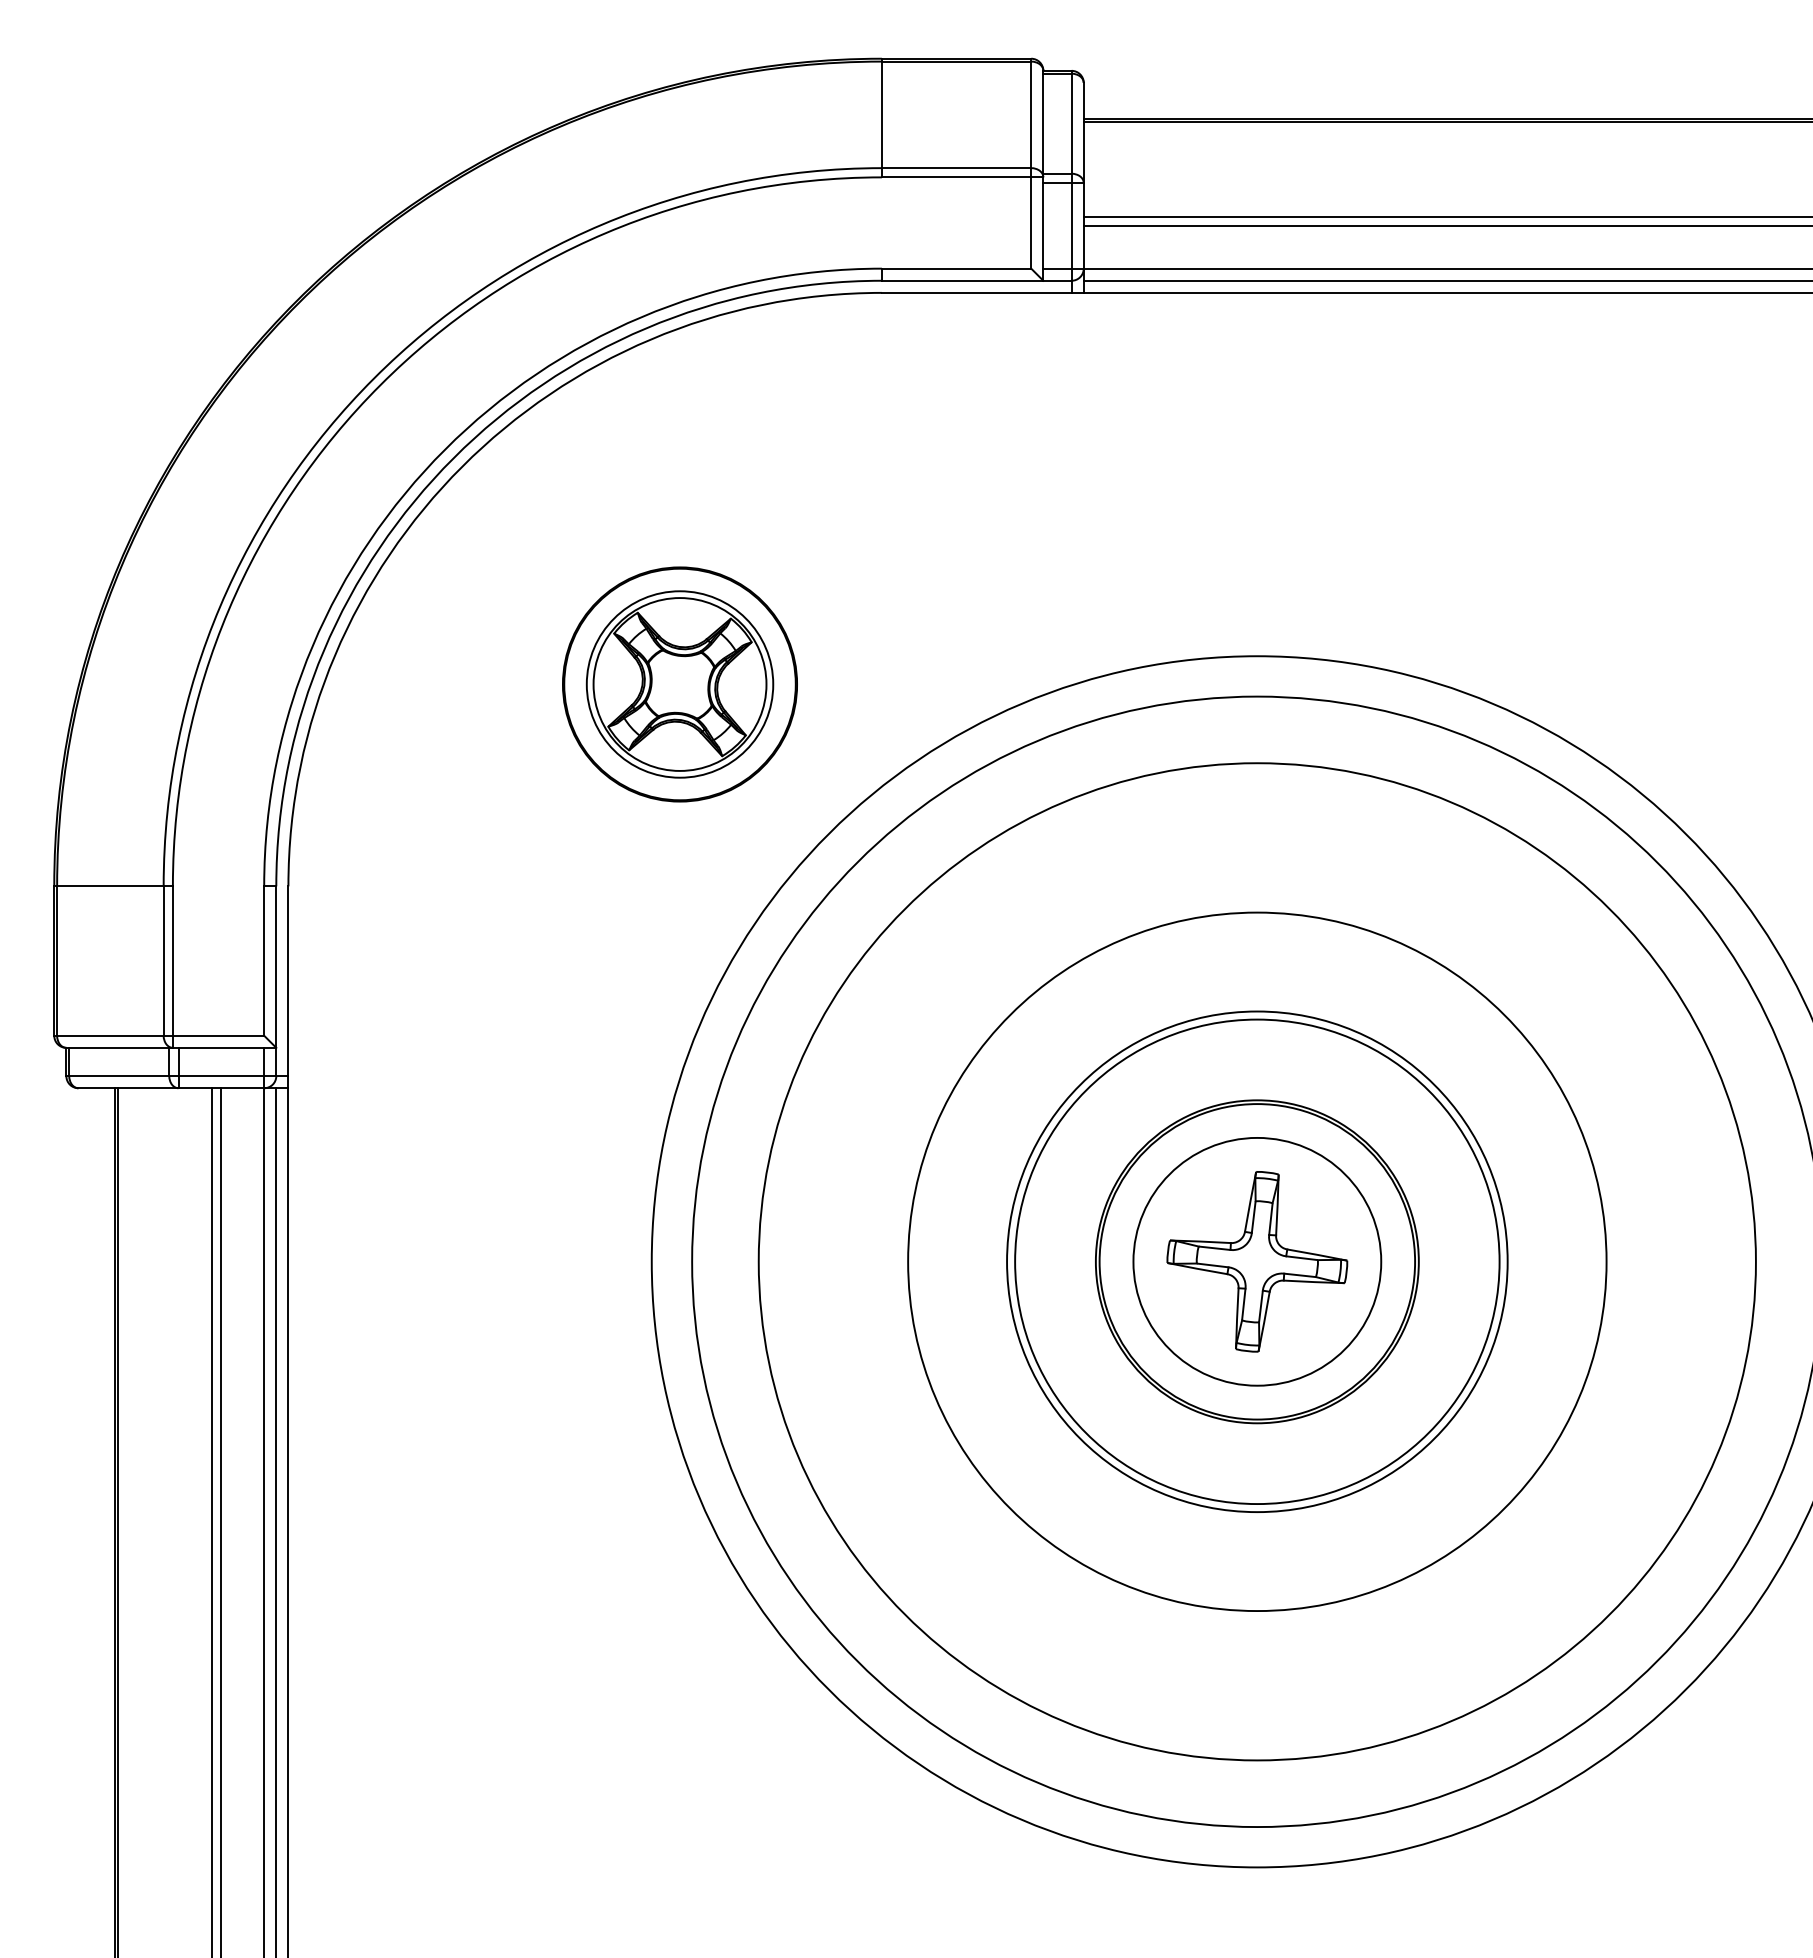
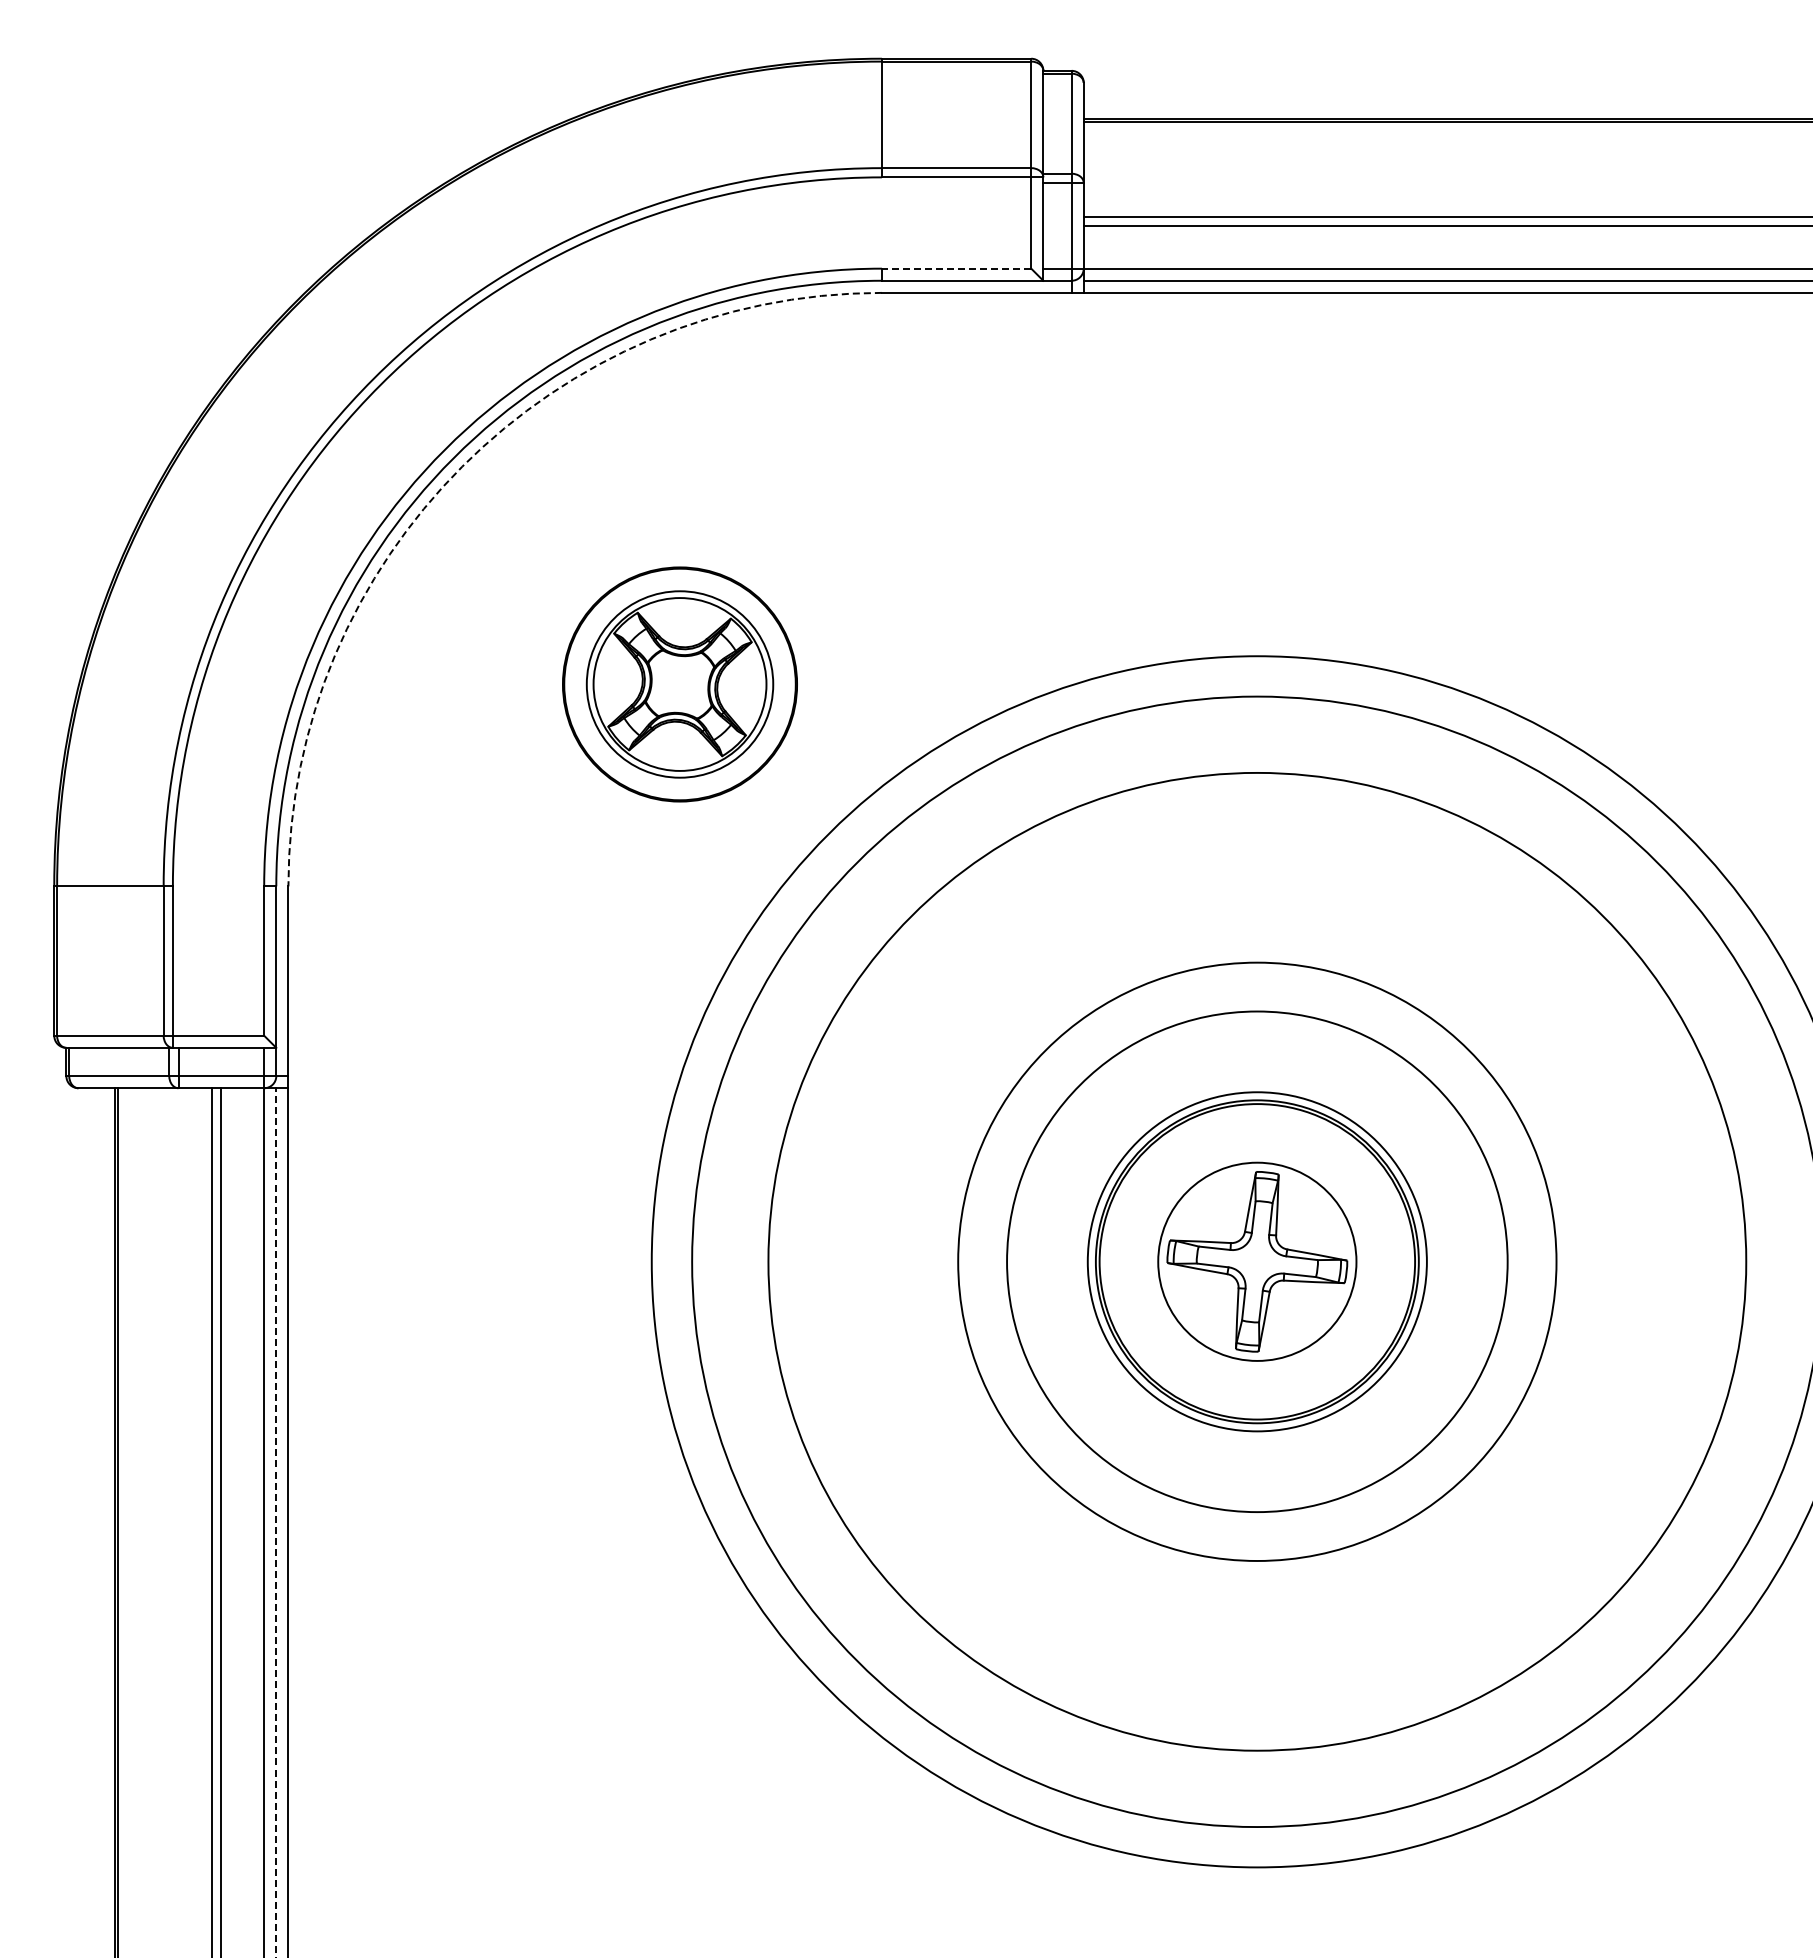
line at (956, 268): solid -> dashed
arc at (462, 466): solid -> dashed
circle at (1256, 1261) diameter: 997 px -> 598 px
circle at (1257, 1261) diameter: 248 px -> 198 px
circle at (1257, 1261) diameter: 484 px -> 339 px
circle at (1257, 1261) diameter: 698 px -> 978 px
line at (276, 1522): solid -> dashed
